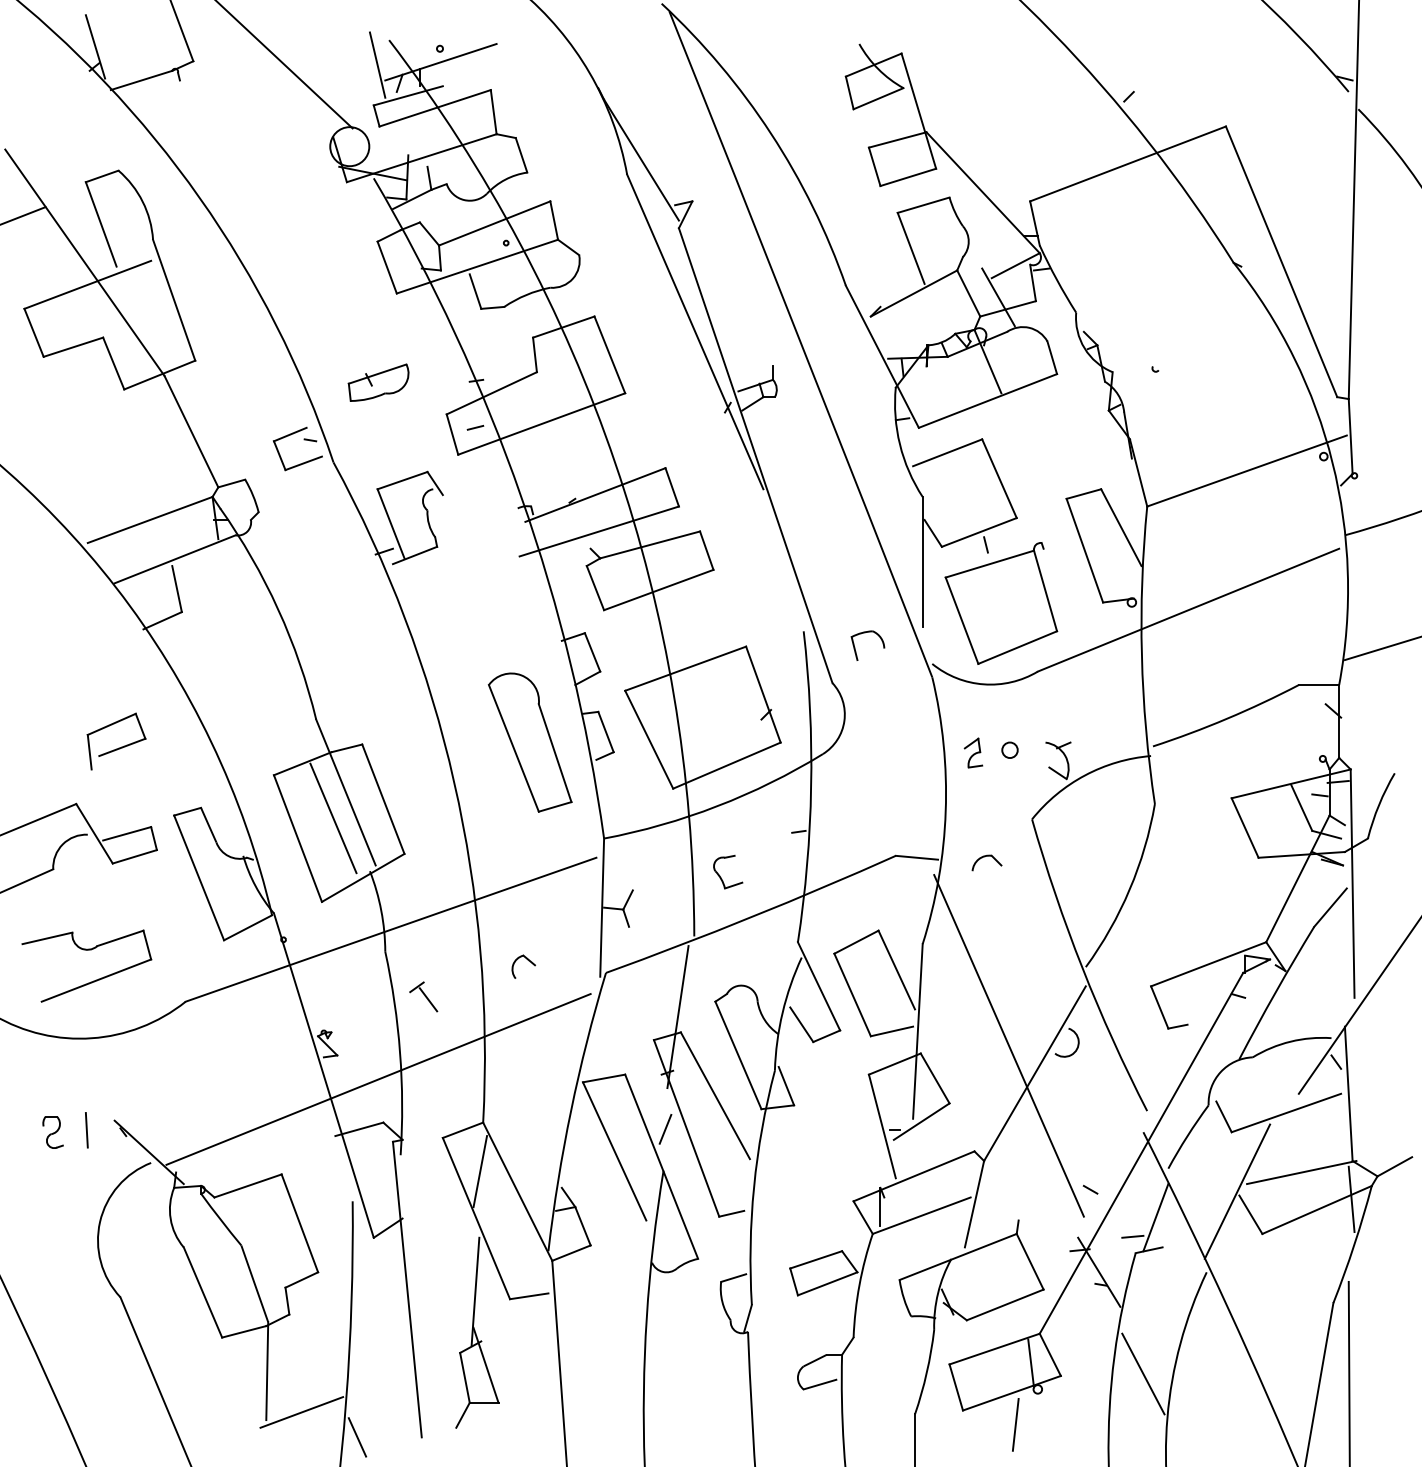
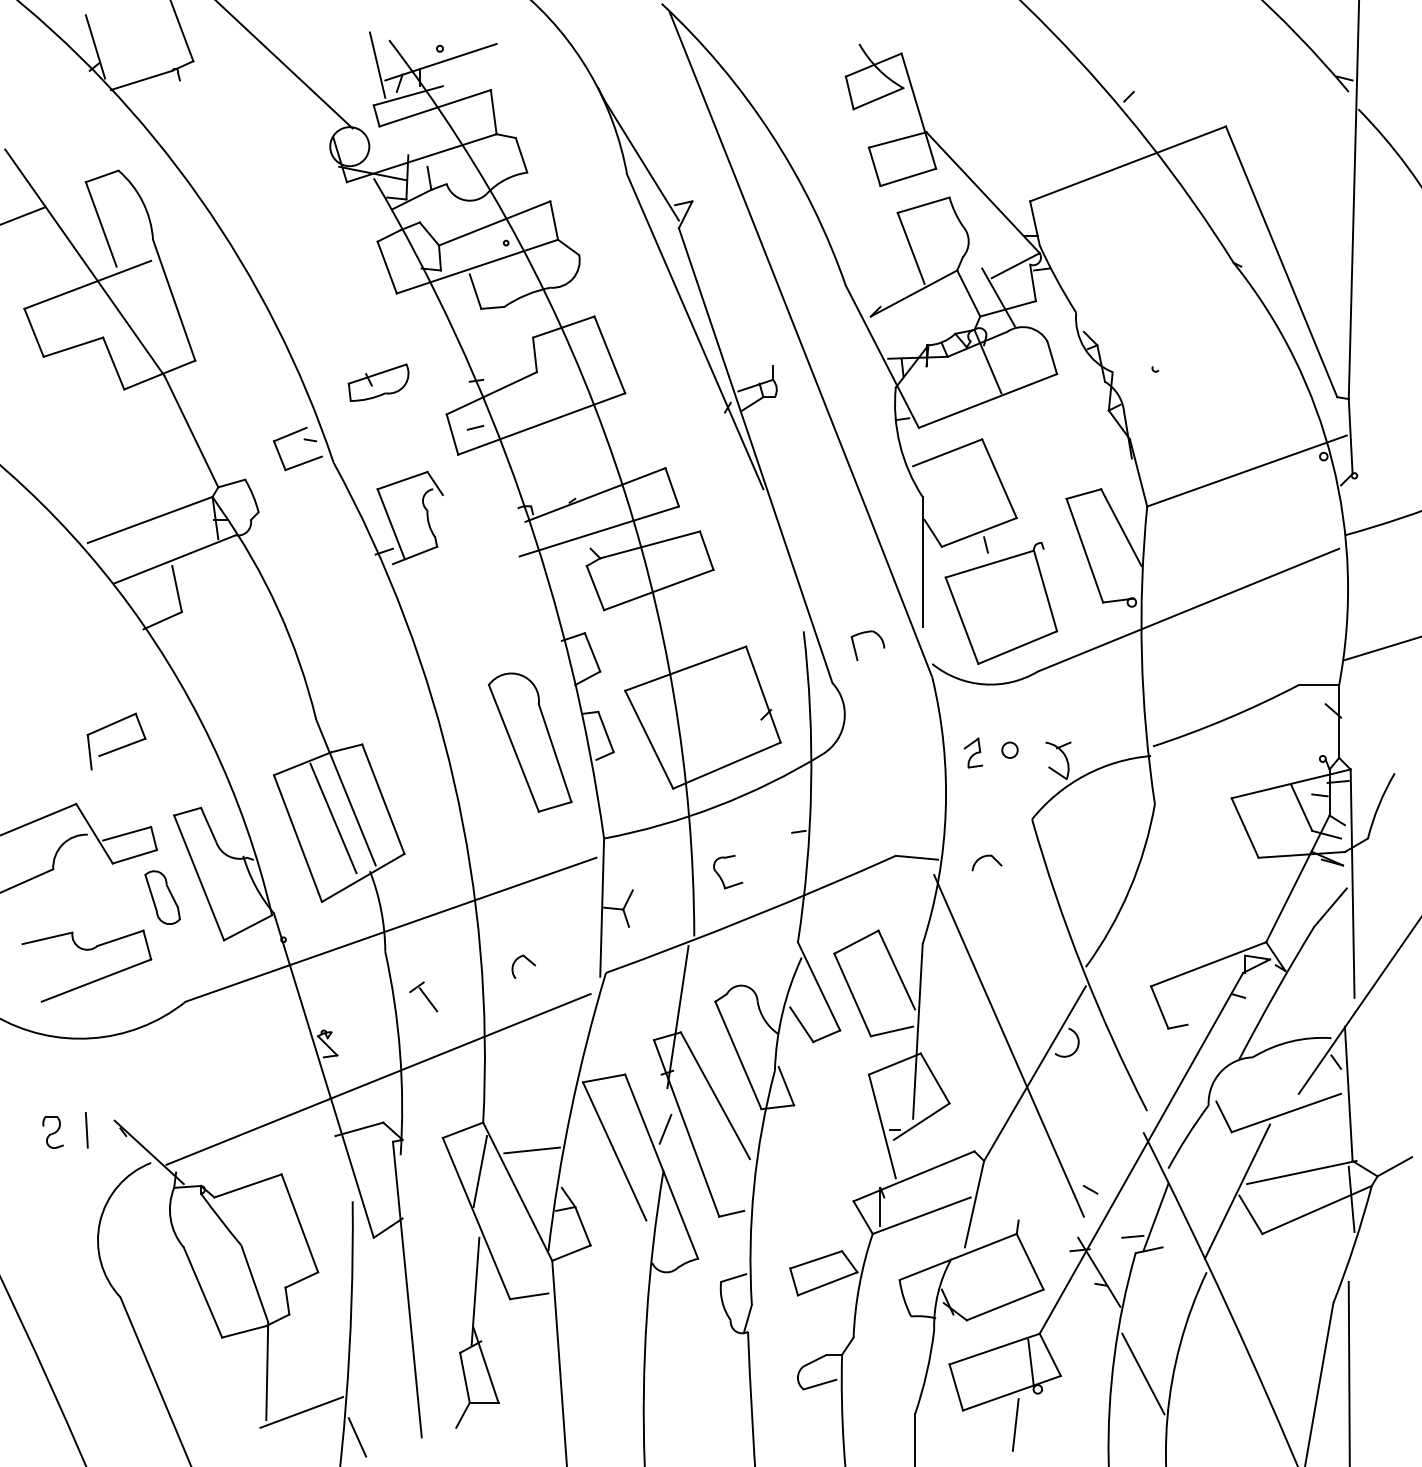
part at (162, 897): none -> present
line at (531, 1150): none -> present
